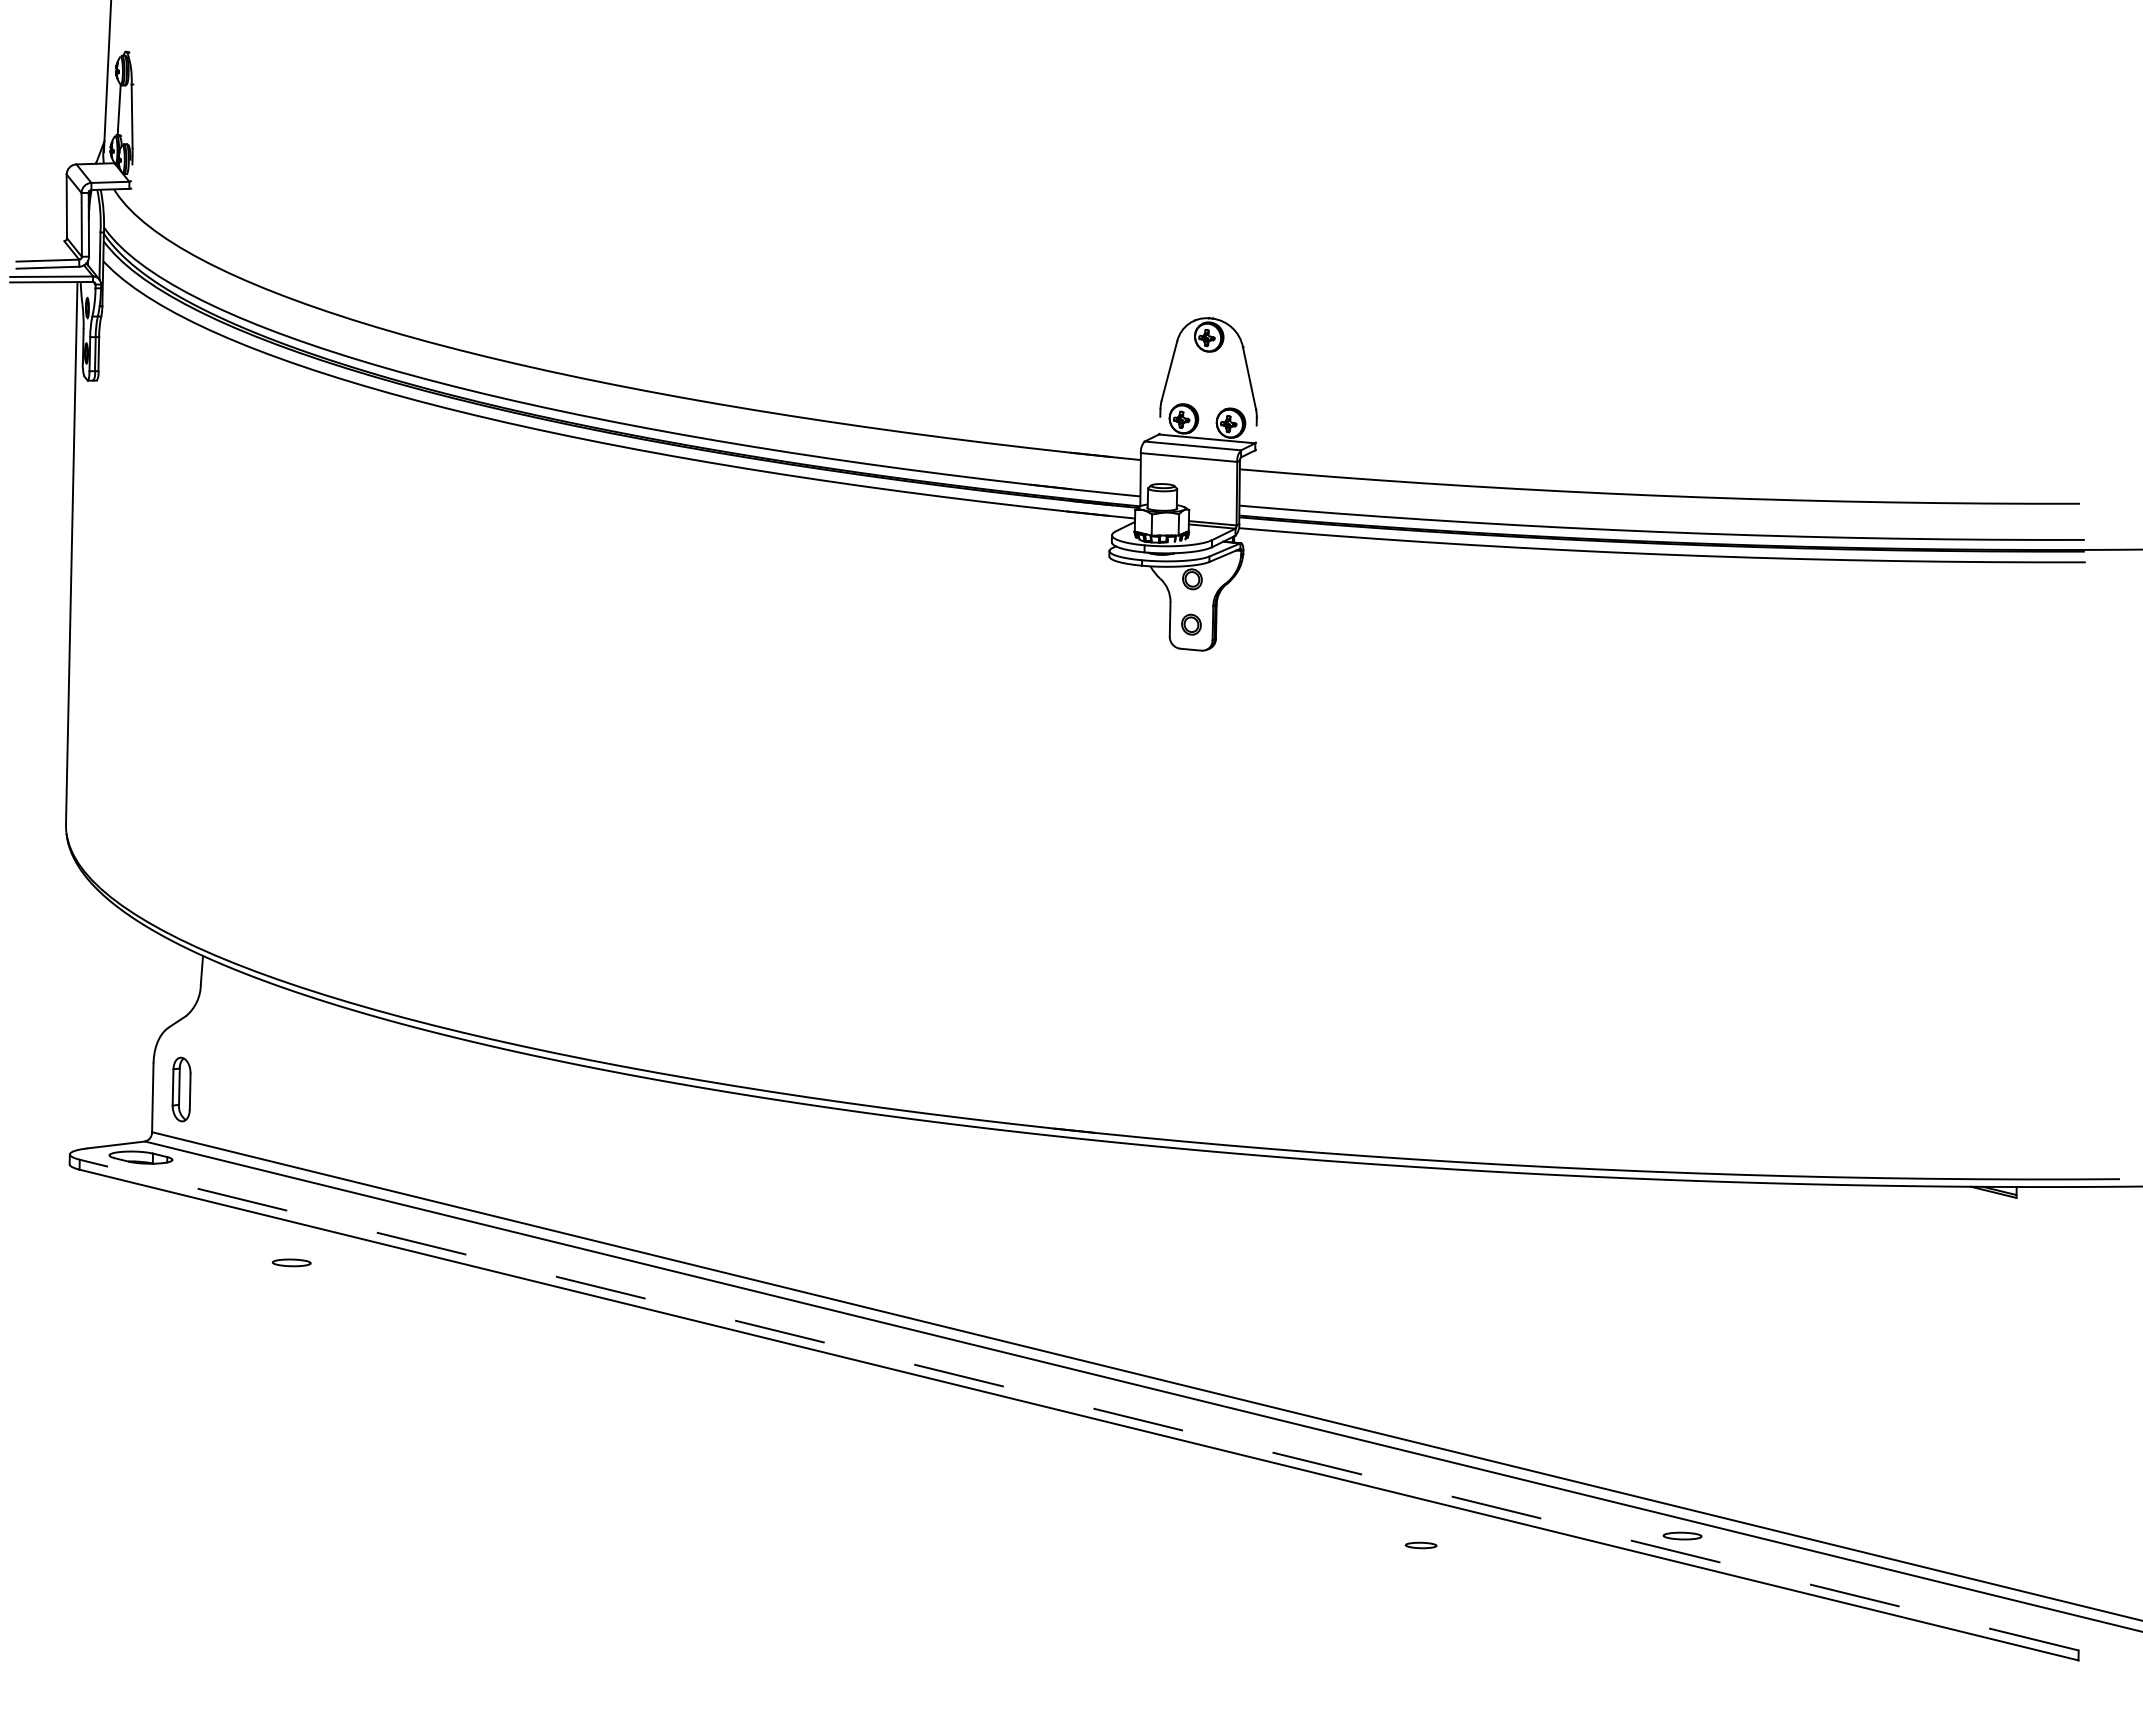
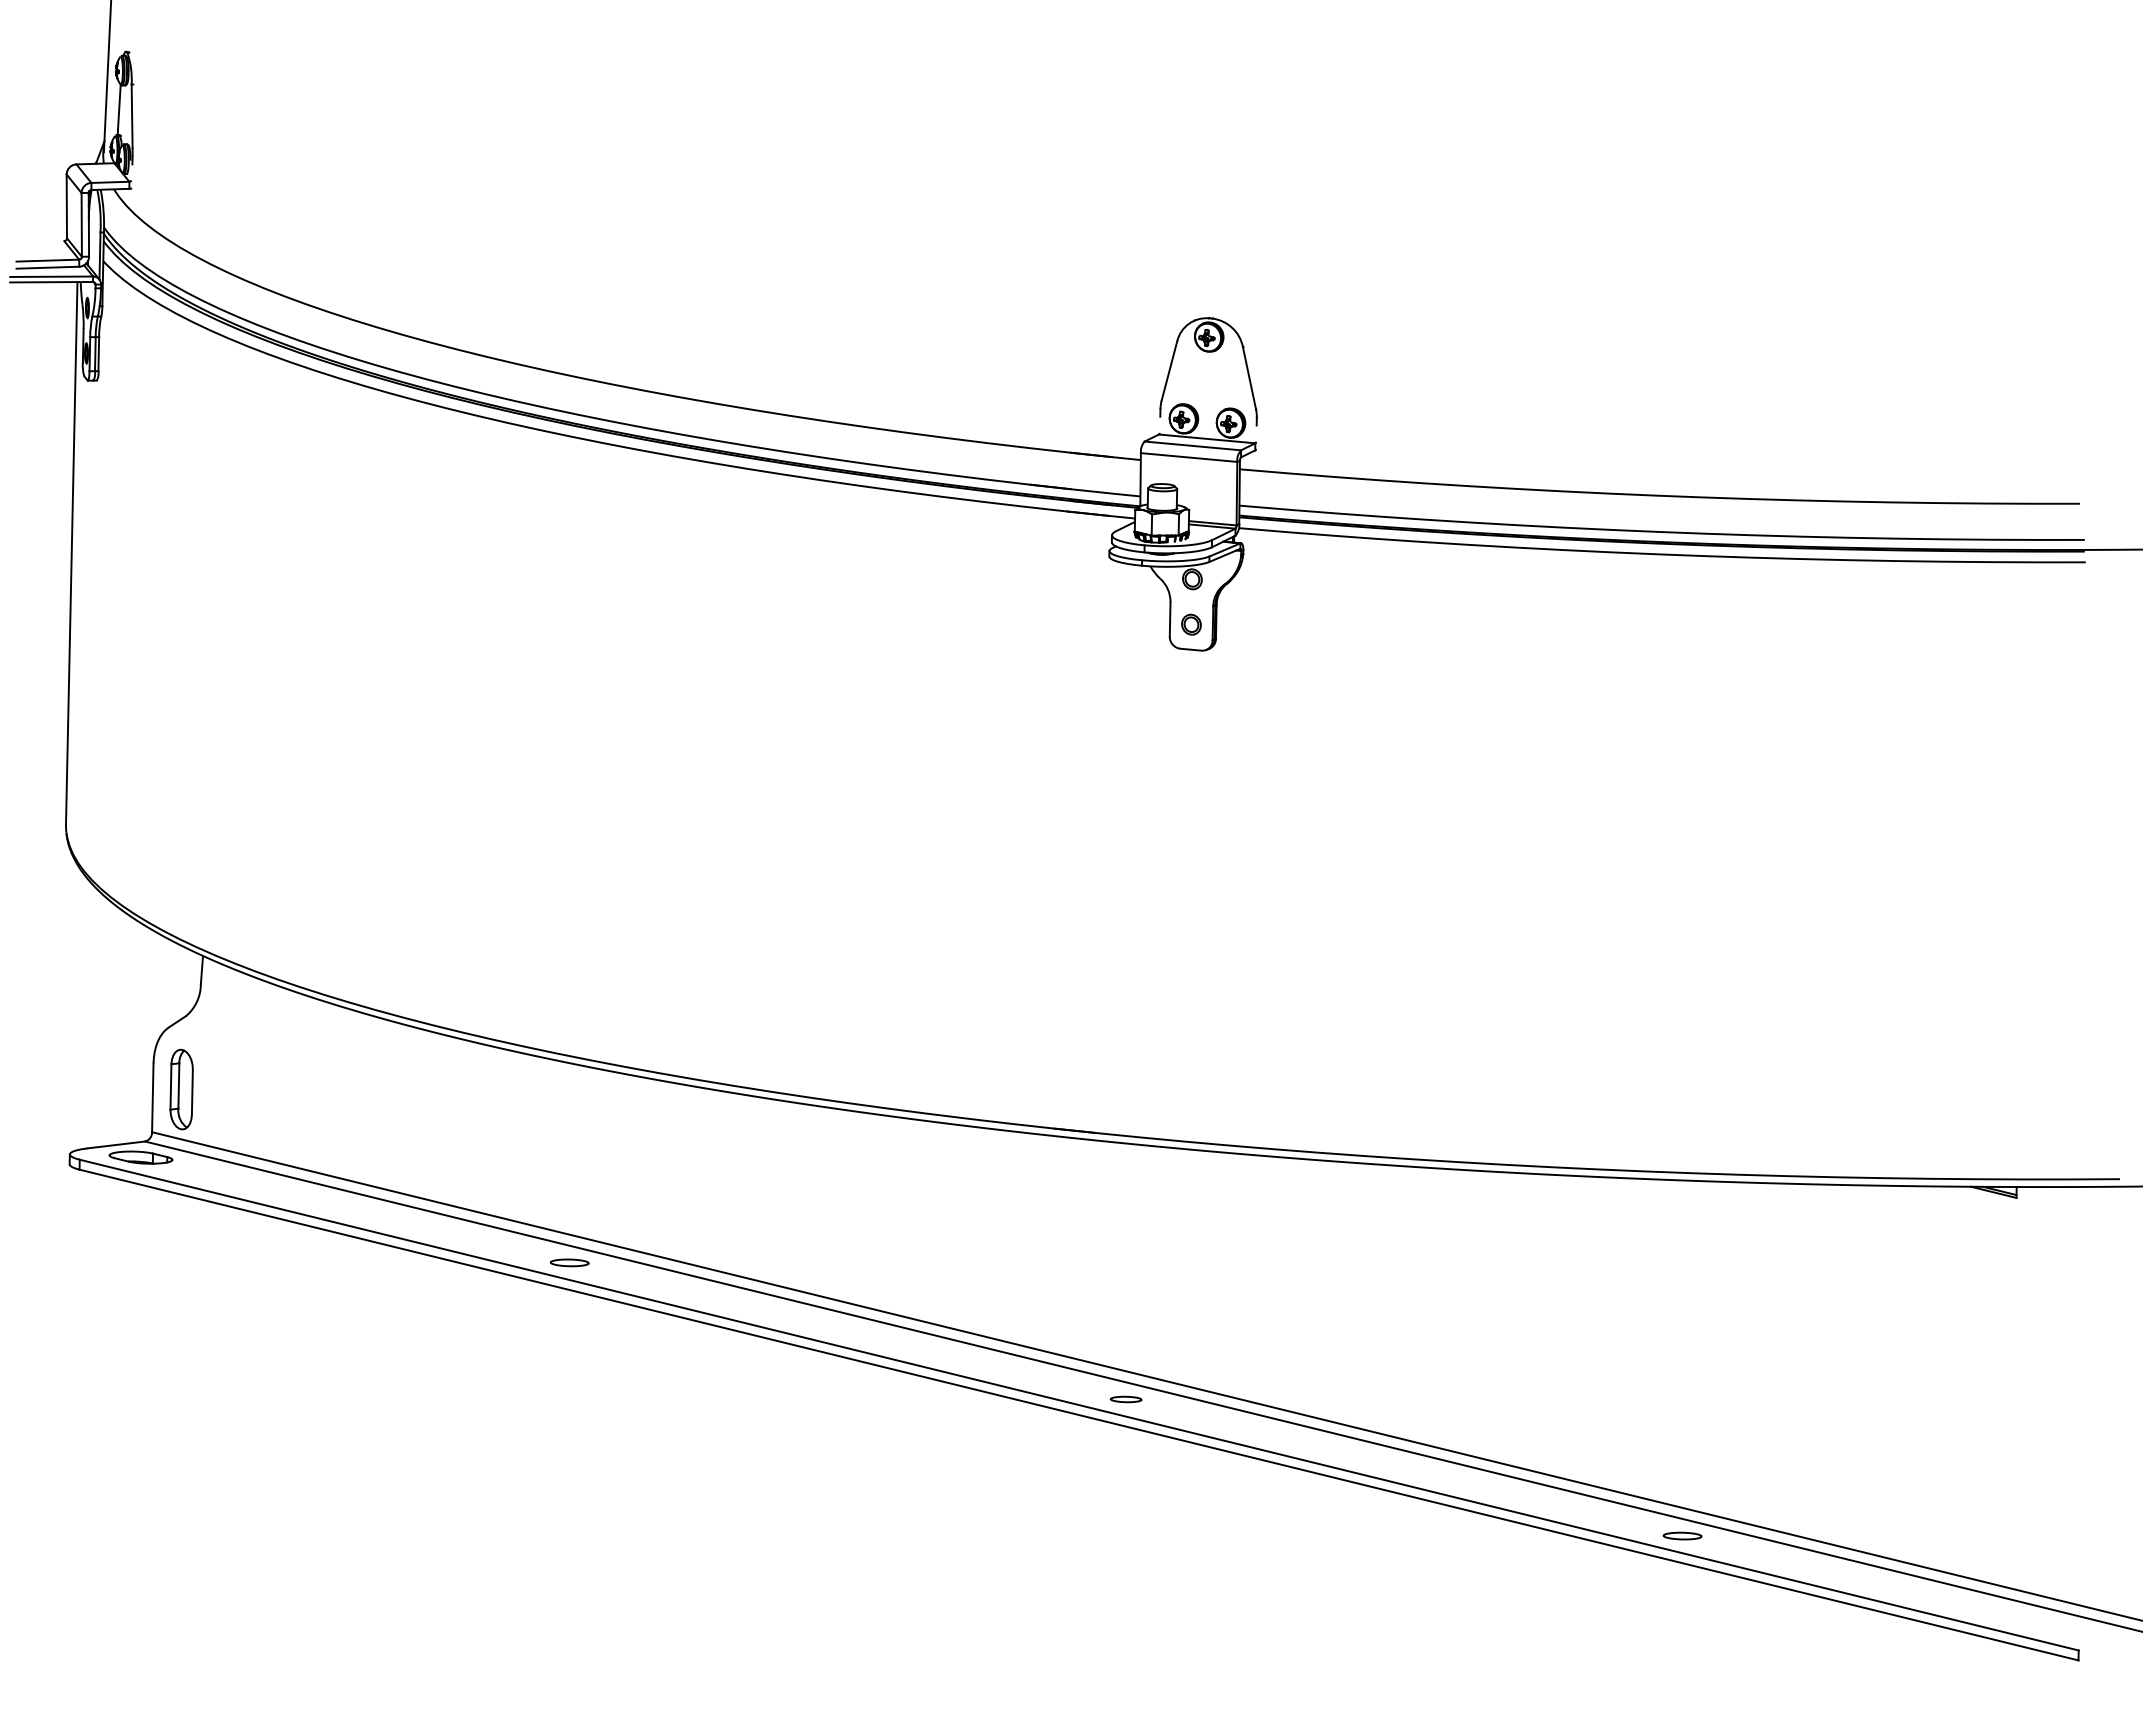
part at (181, 1089) size: 21x67 px -> 25x83 px
part at (291, 1262) position: (291, 1262) -> (569, 1262)
line at (1078, 1404): dashed -> solid
part at (1420, 1545) position: (1420, 1545) -> (1125, 1399)
